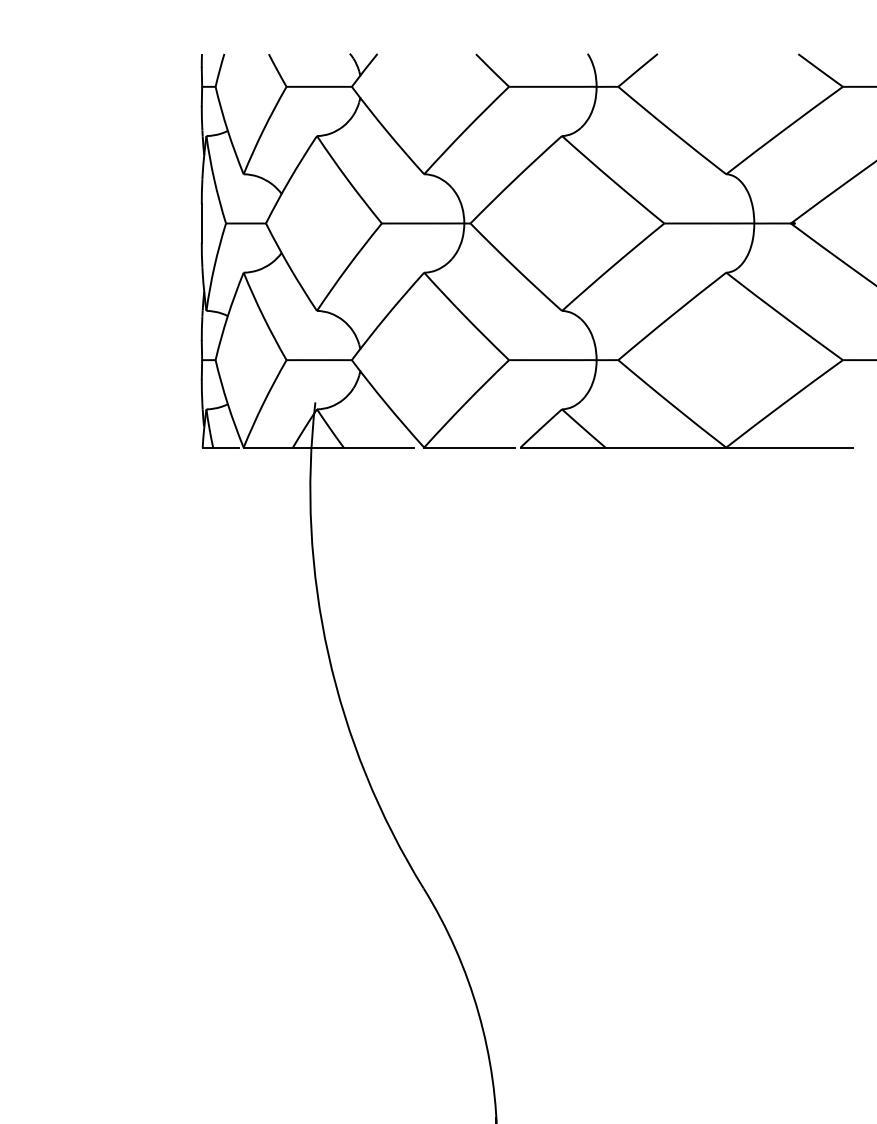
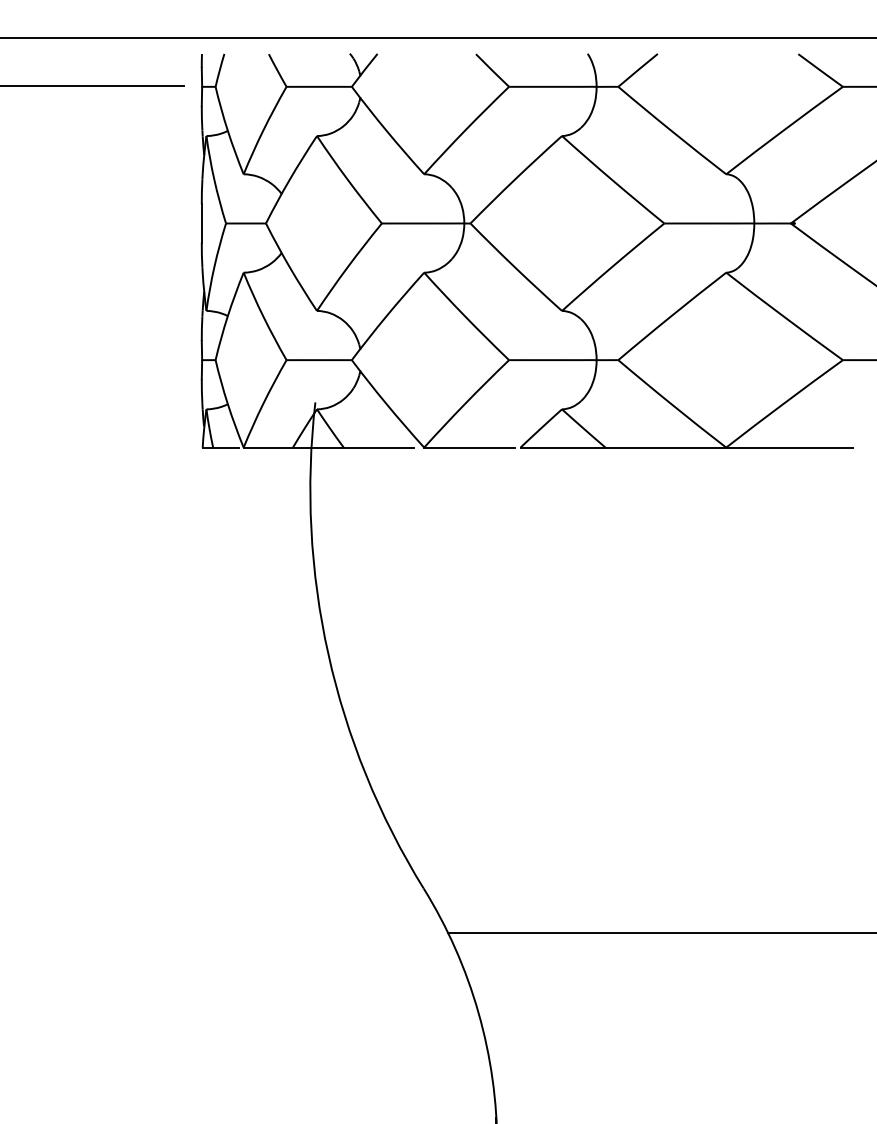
line at (437, 37): none -> present
line at (92, 86): none -> present
line at (660, 933): none -> present
